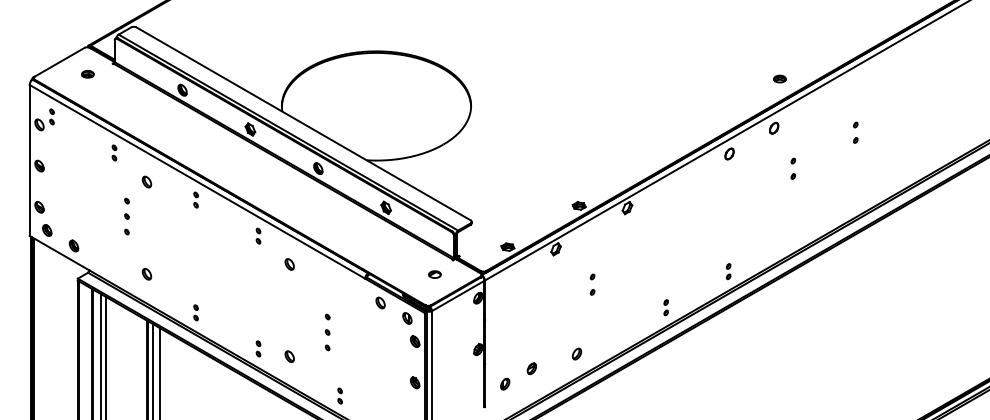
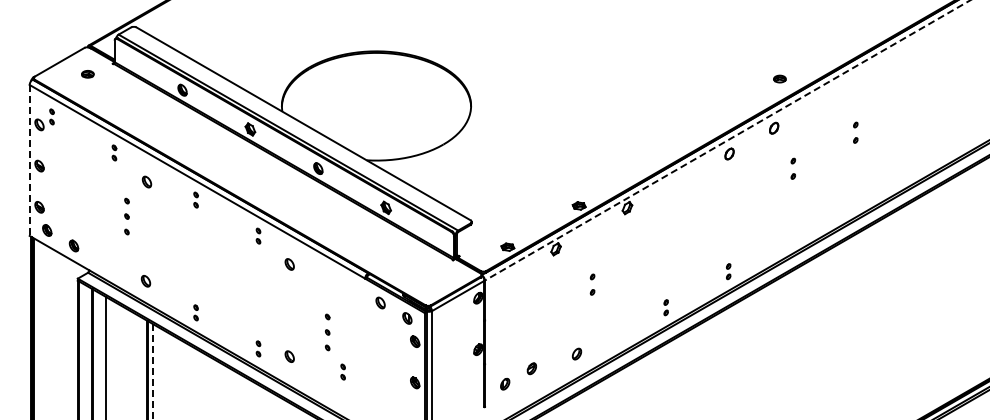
line at (727, 140): solid -> dashed
line at (29, 160): solid -> dashed
part at (146, 274) position: (146, 274) -> (145, 281)
part at (434, 274): present -> none
line at (100, 354): present -> none
line at (152, 371): solid -> dashed
line at (159, 372): present -> none
part at (339, 395) position: (339, 395) -> (342, 371)
